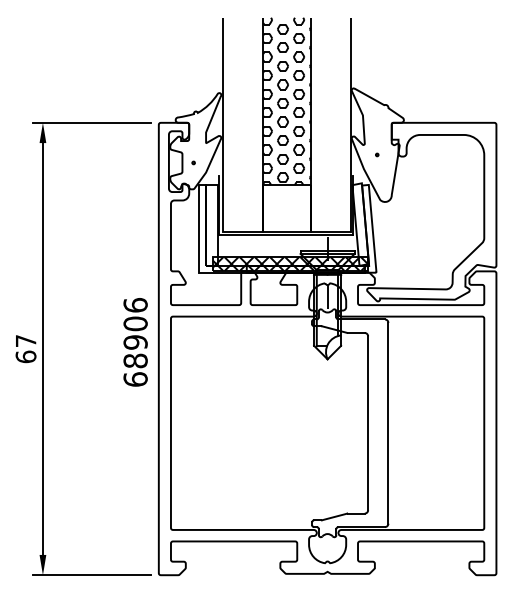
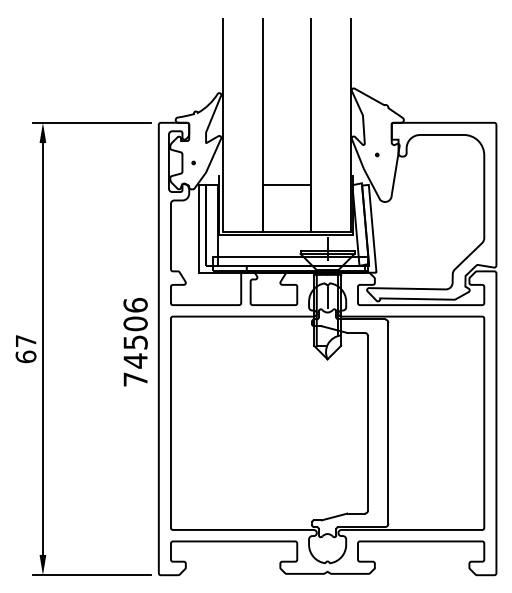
hatch at (286, 101): present -> none
hatch at (290, 263): present -> none
text at (135, 360): 68906 -> 74506
